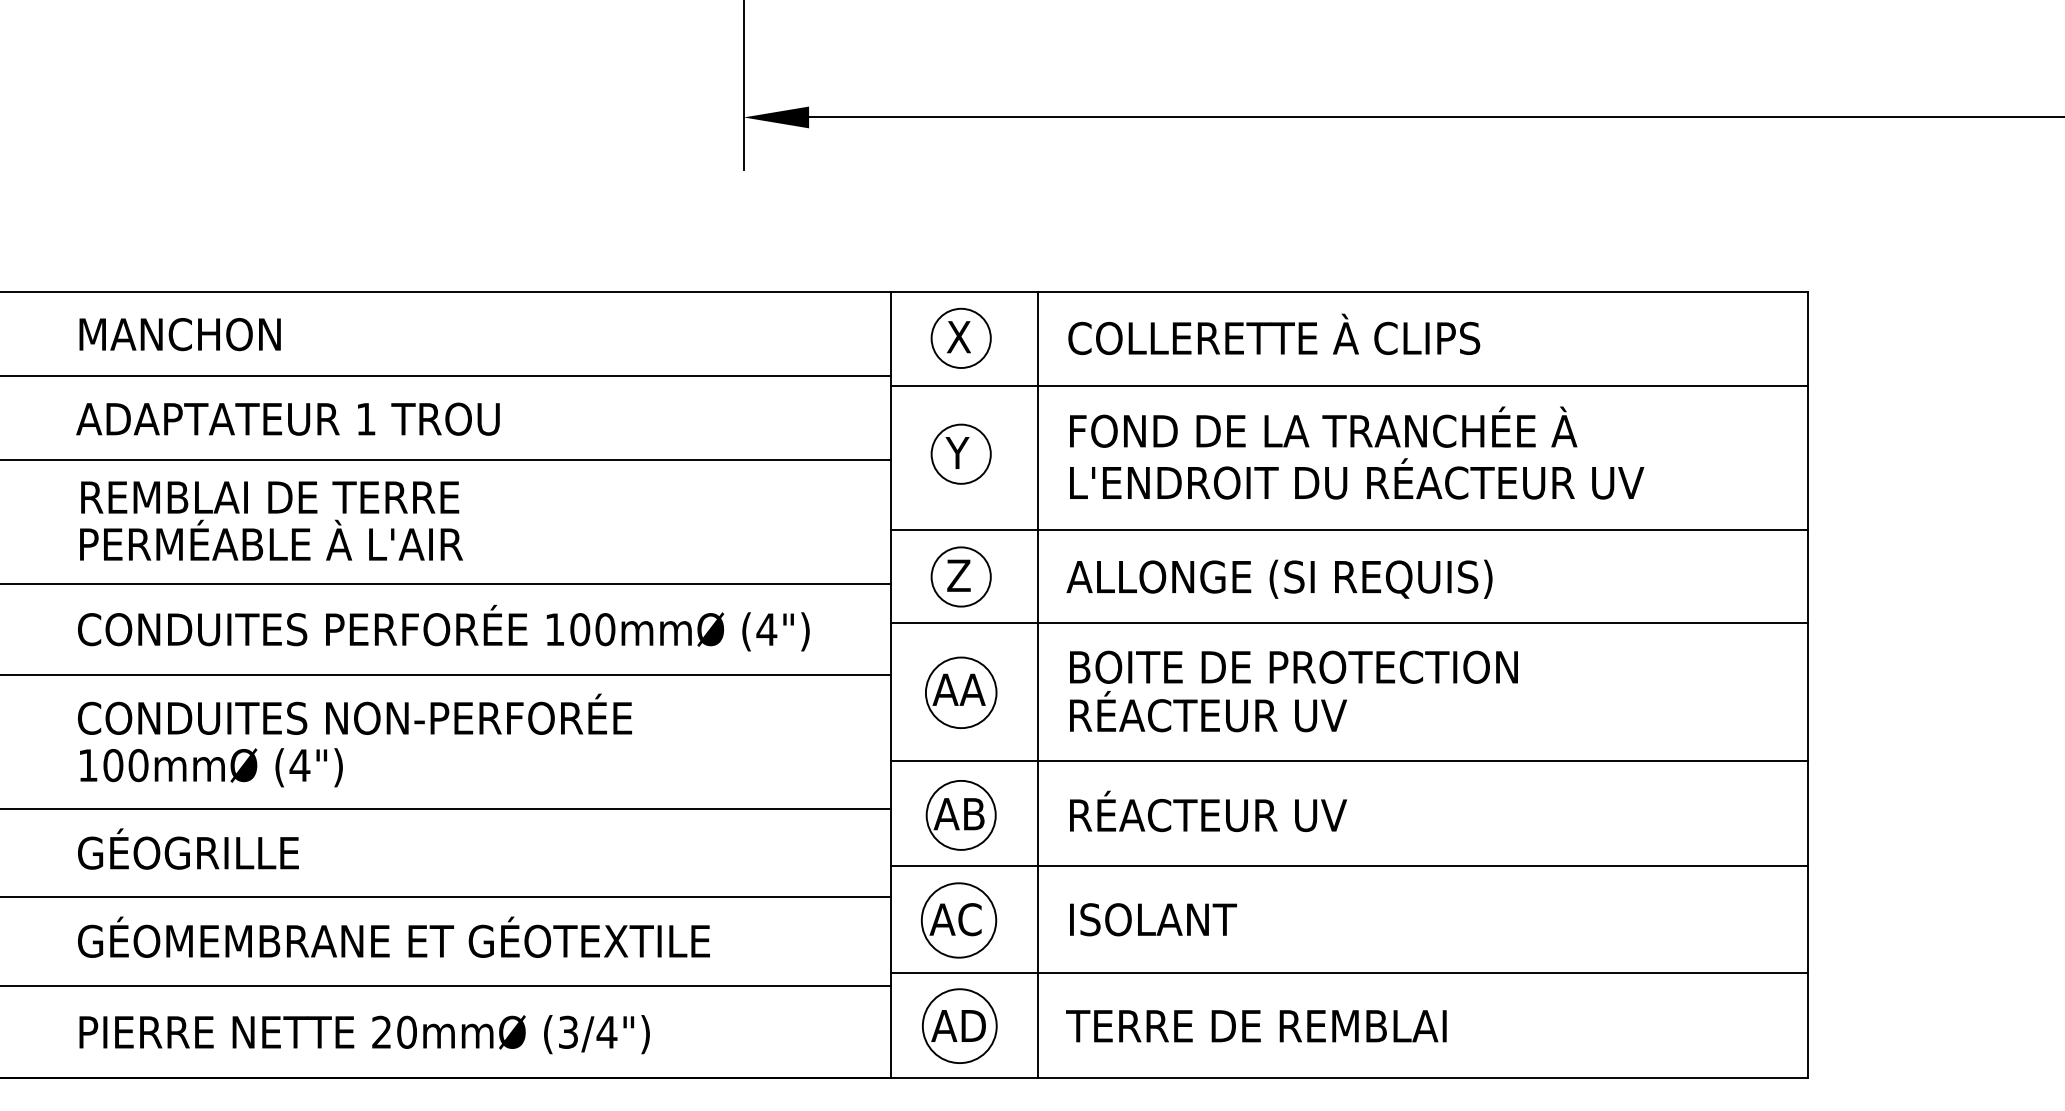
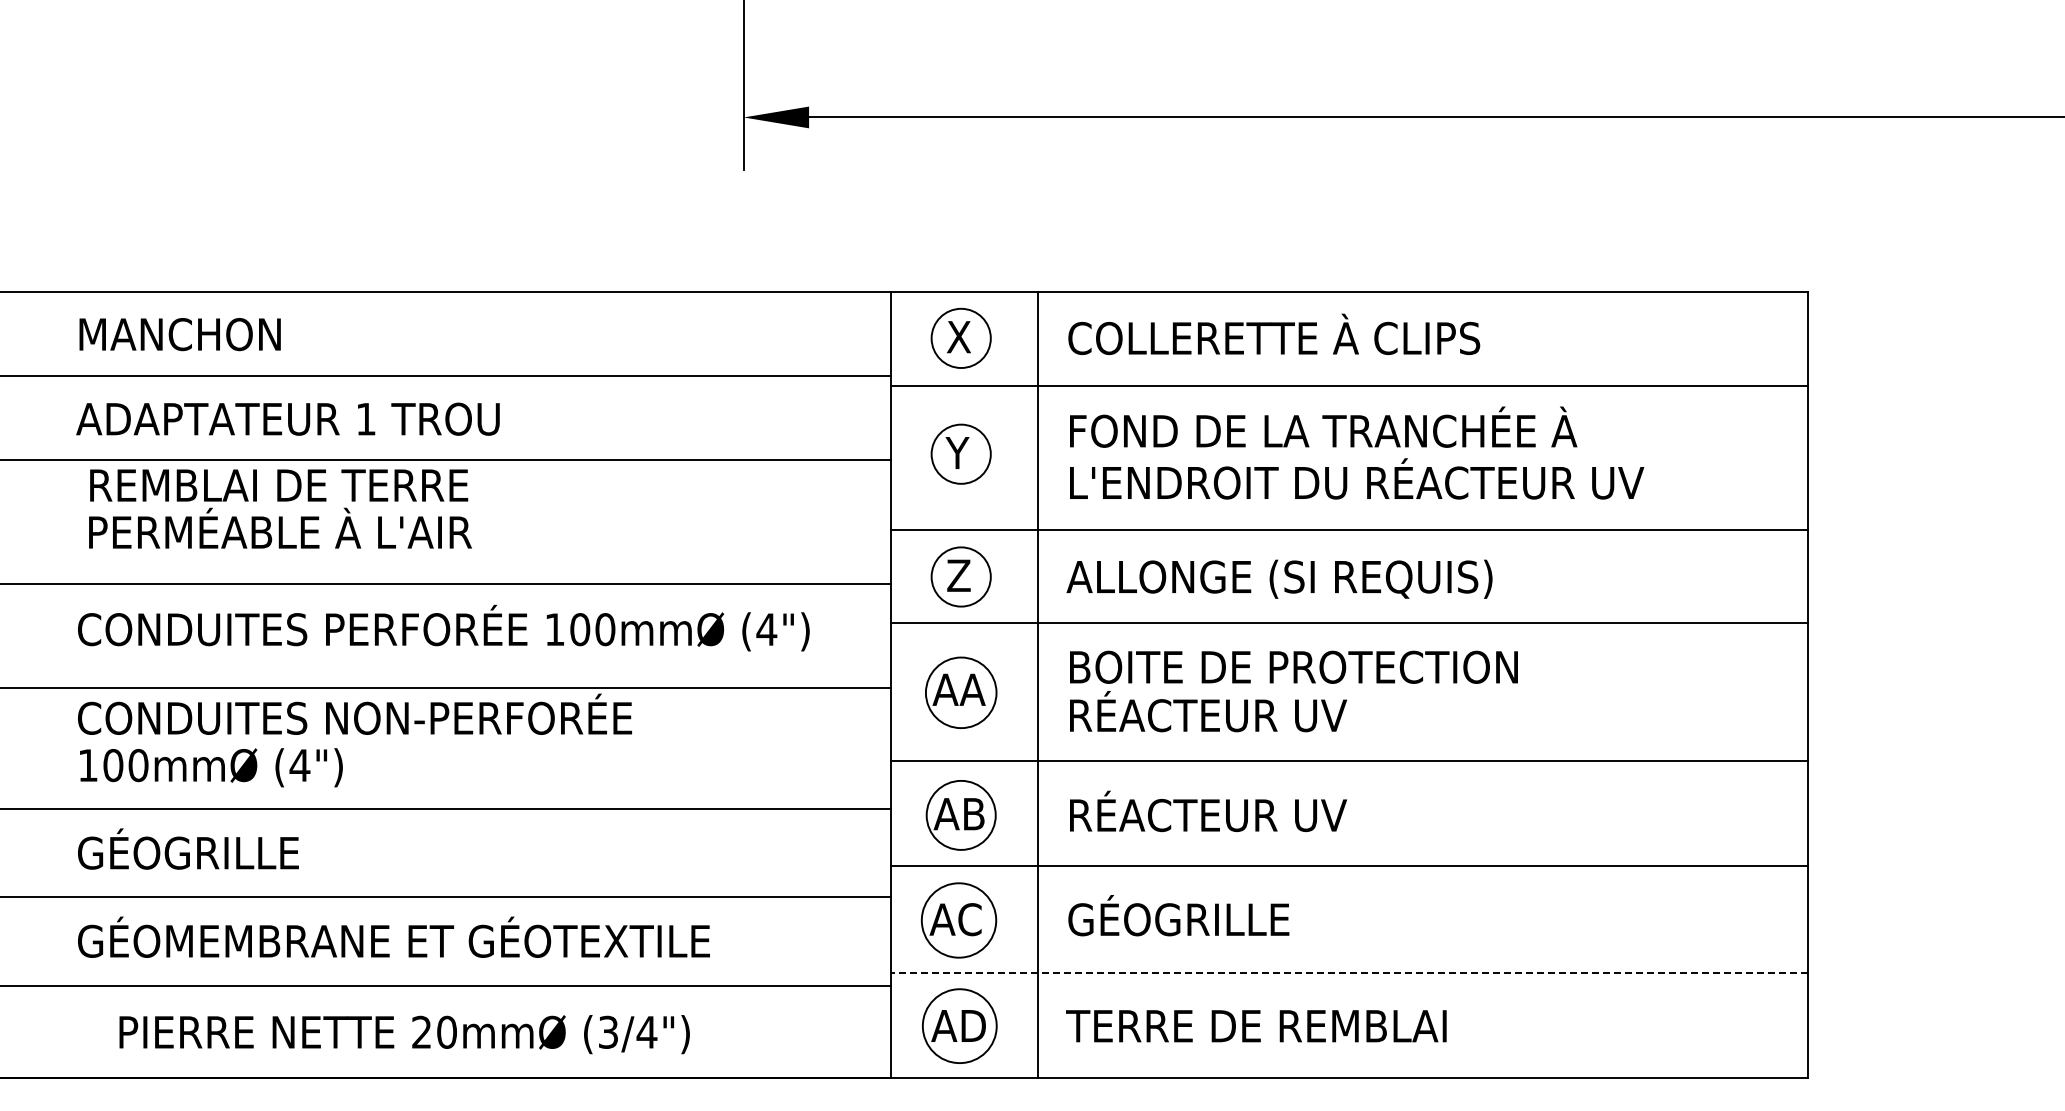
text at (271, 520) position: (271, 520) -> (280, 508)
line at (446, 674) position: (446, 674) -> (446, 687)
text at (1178, 915): ISOLANT -> GÉOGRILLE
line at (1348, 973): solid -> dashed
text at (364, 1034) position: (364, 1034) -> (404, 1034)
